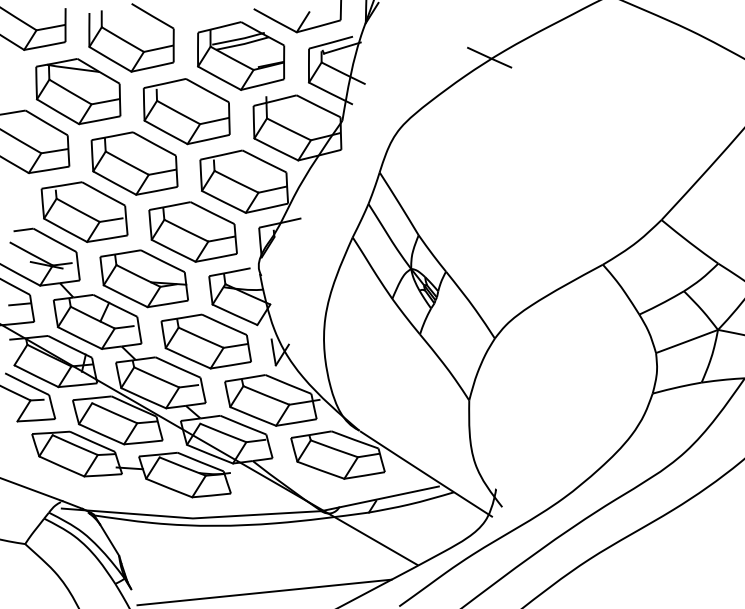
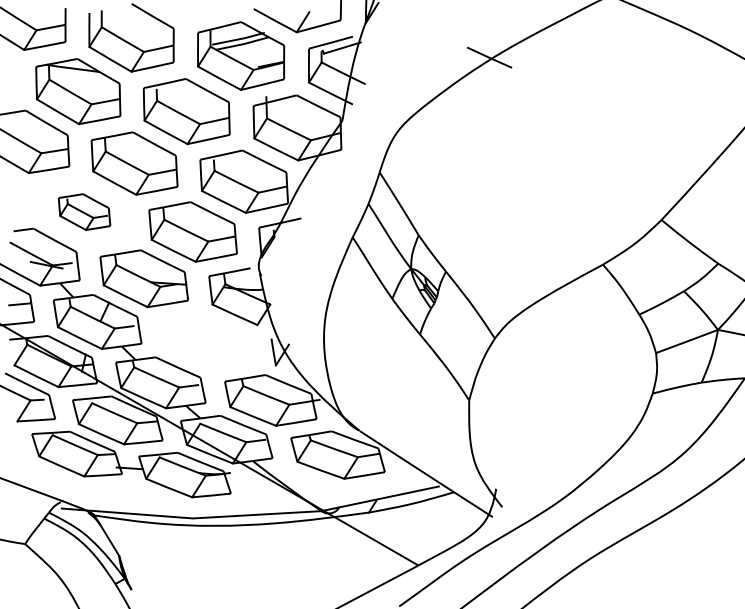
part at (84, 211) size: 89x62 px -> 55x38 px
part at (205, 341): present -> none
line at (264, 592): present -> none
